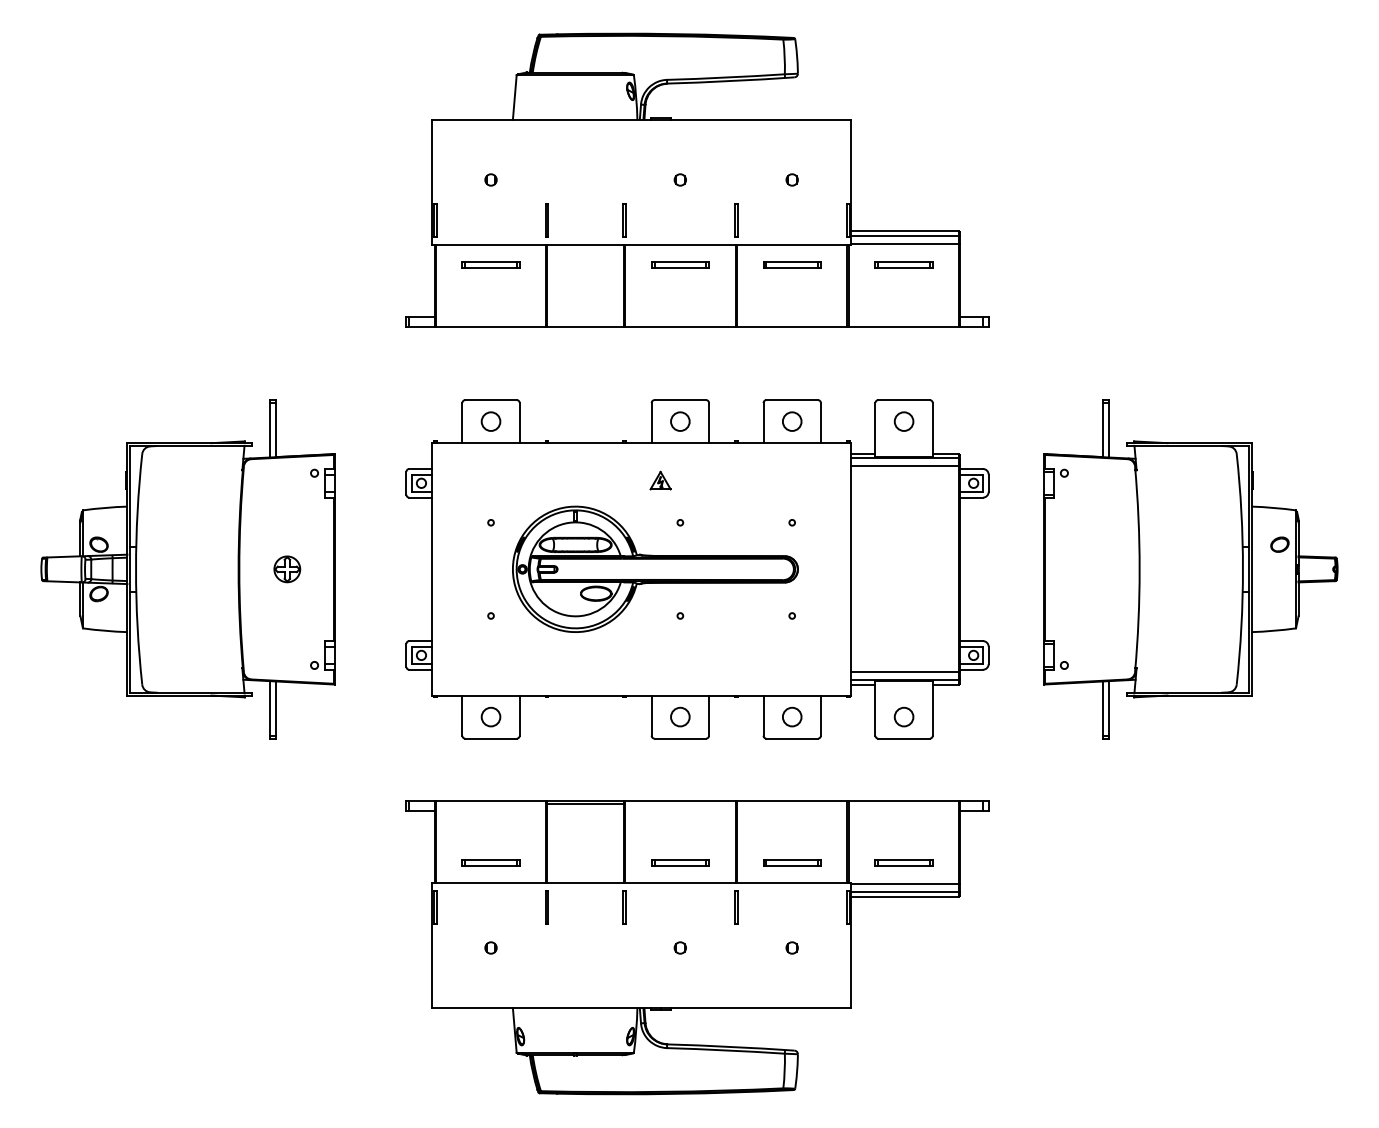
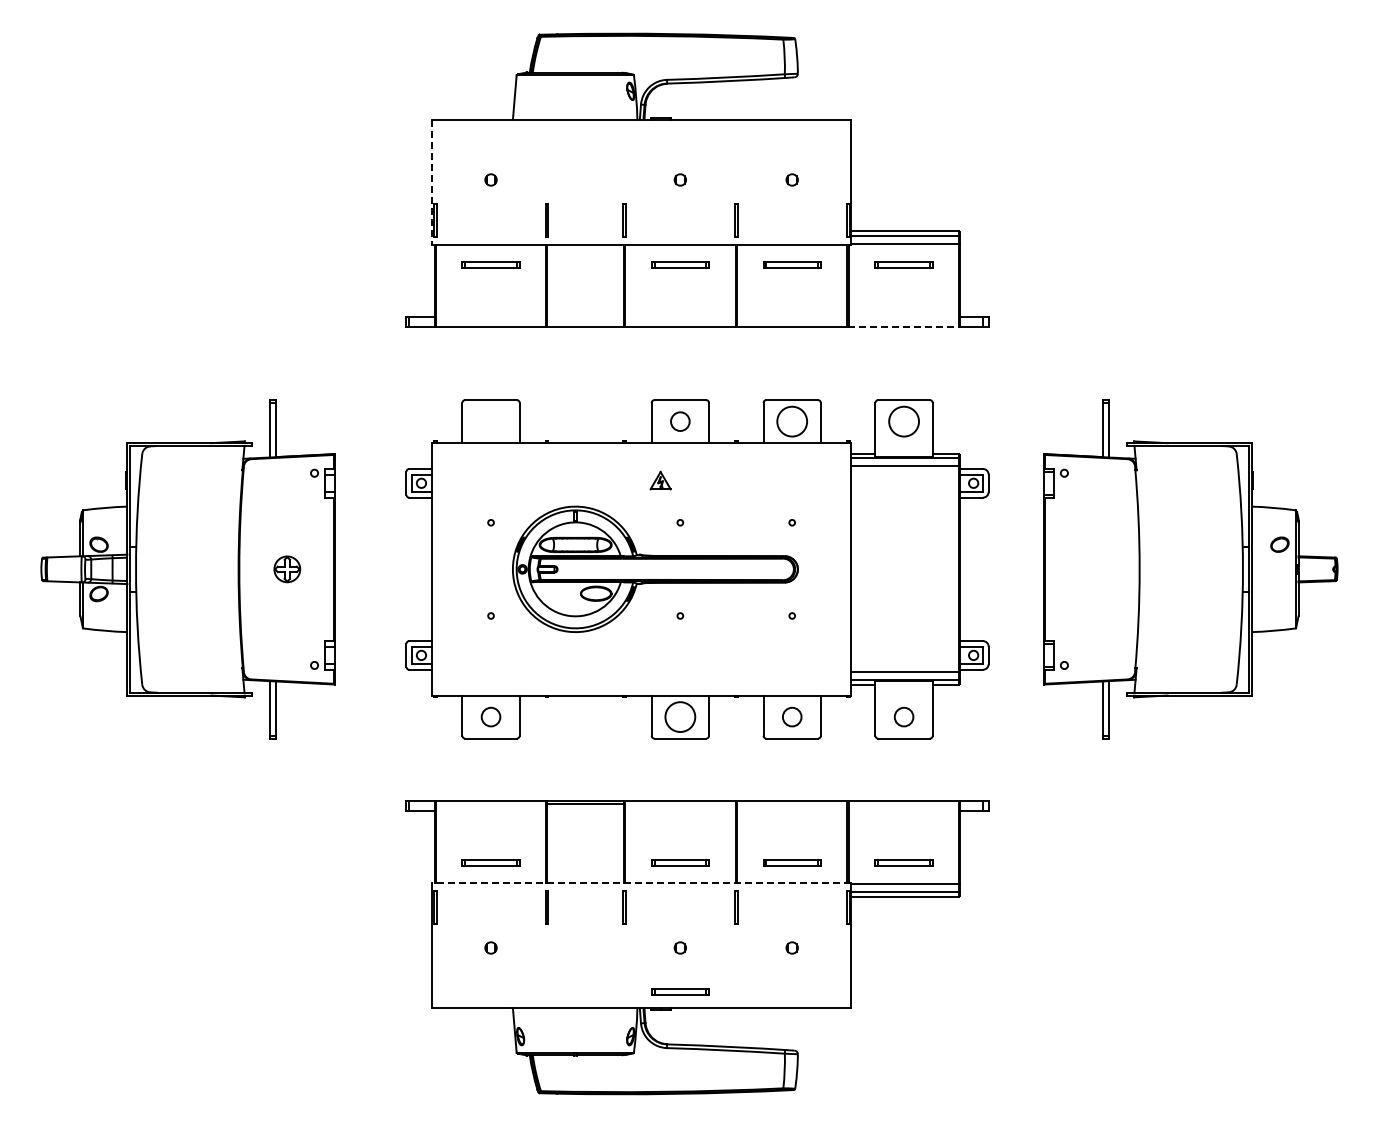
line at (432, 182): solid -> dashed
line at (903, 327): solid -> dashed
circle at (490, 421): present -> none
circle at (791, 421) diameter: 19 px -> 30 px
circle at (903, 421) diameter: 19 px -> 30 px
circle at (680, 716) diameter: 19 px -> 30 px
line at (641, 883): solid -> dashed
part at (680, 991): none -> present
